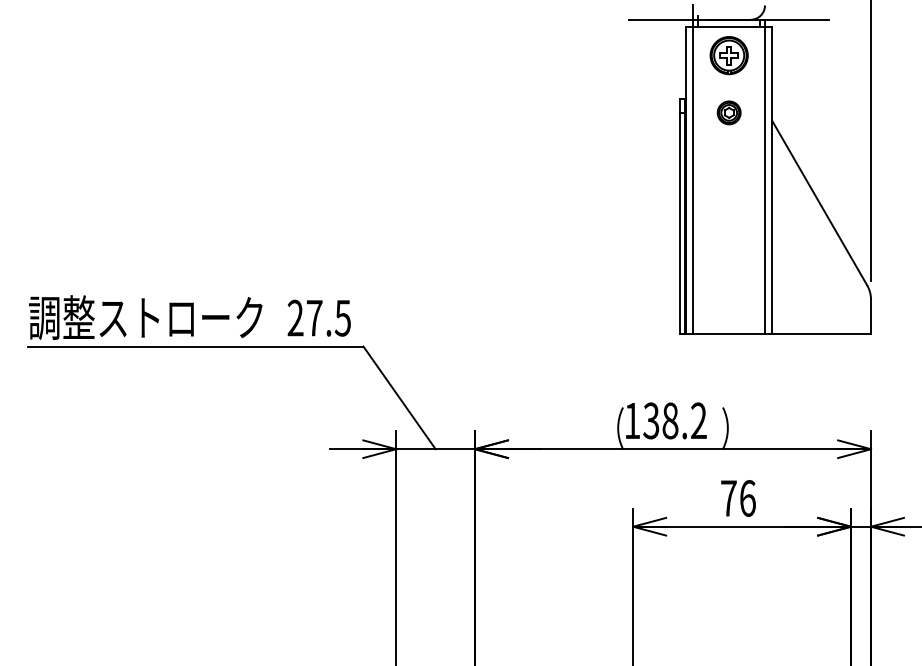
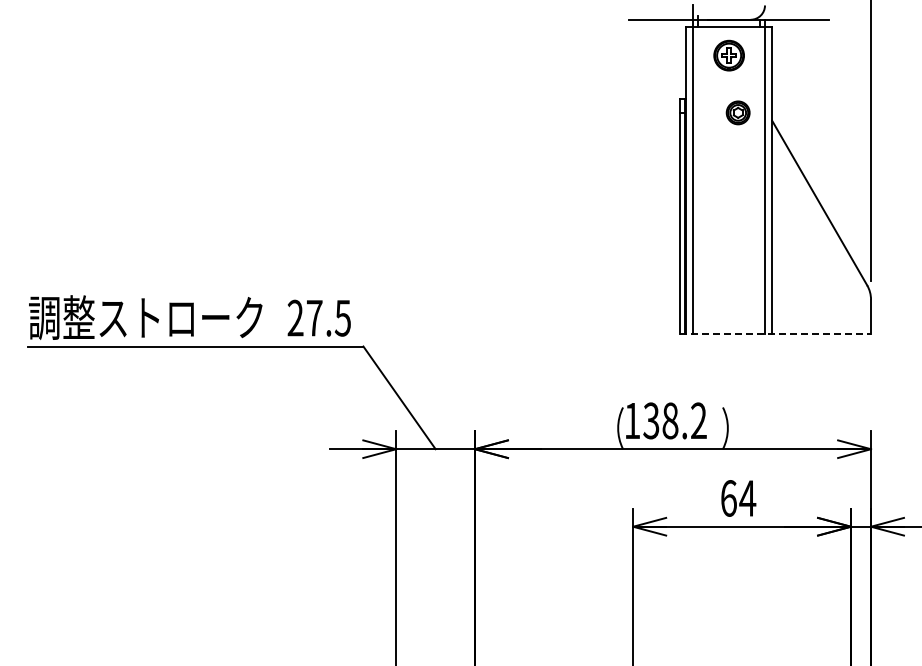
part at (728, 55) size: 40x40 px -> 32x33 px
part at (728, 112) position: (728, 112) -> (737, 112)
line at (776, 334): solid -> dashed
text at (738, 498): 76 -> 64
